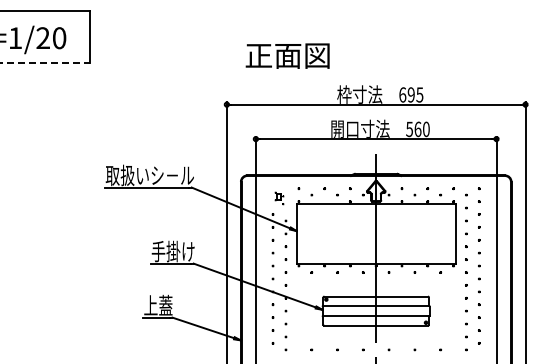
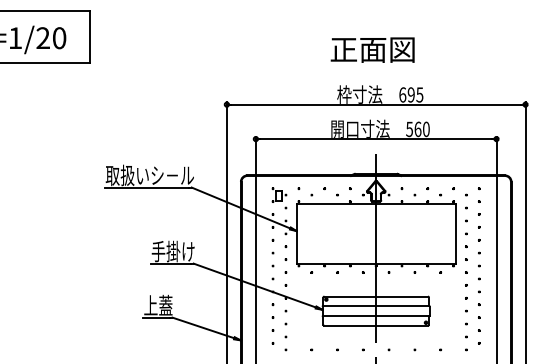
text at (287, 55) position: (287, 55) -> (372, 49)
line at (45, 63): dashed -> solid
part at (279, 198) size: 11x15 px -> 17x23 px
